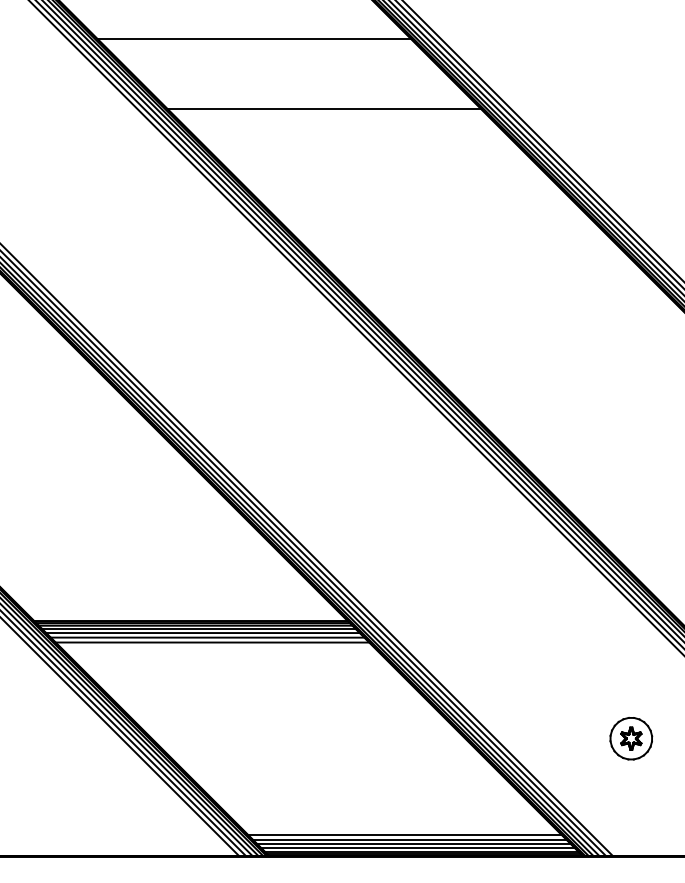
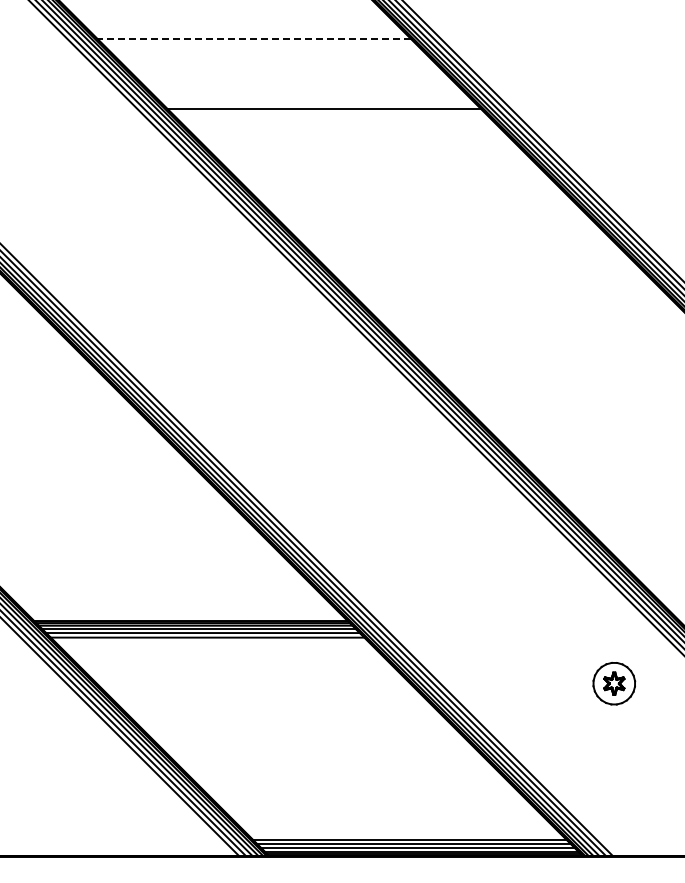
line at (254, 39): solid -> dashed
line at (212, 642): present -> none
part at (631, 738) position: (631, 738) -> (614, 683)
line at (404, 834): present -> none
